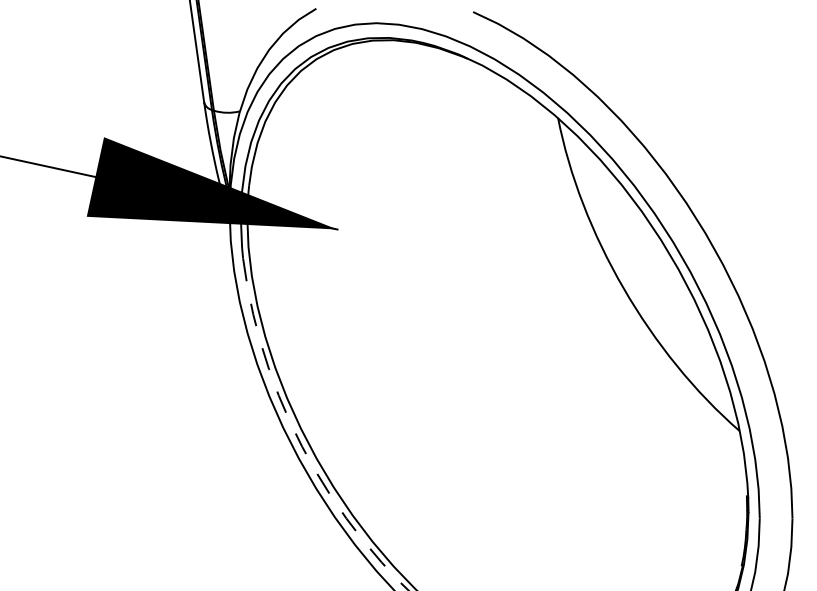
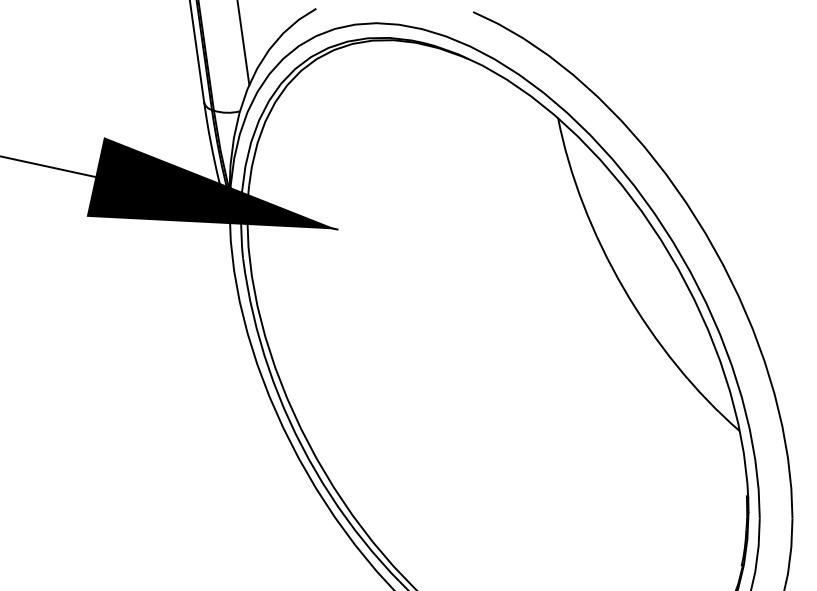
line at (243, 43): none -> present
arc at (298, 439): dashed -> solid
